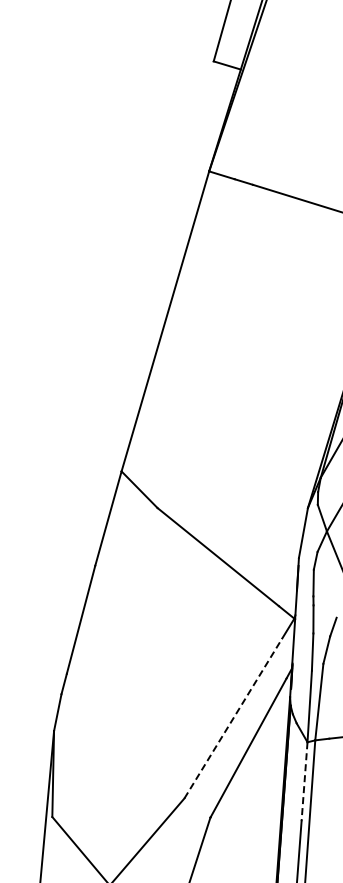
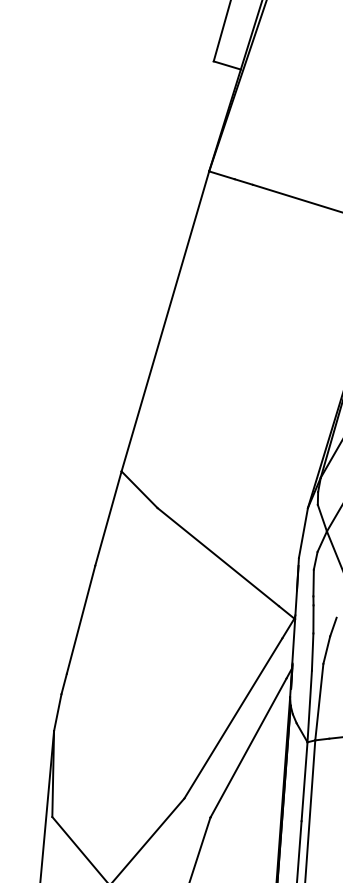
line at (233, 718): dashed -> solid
line at (304, 781): dashed -> solid
